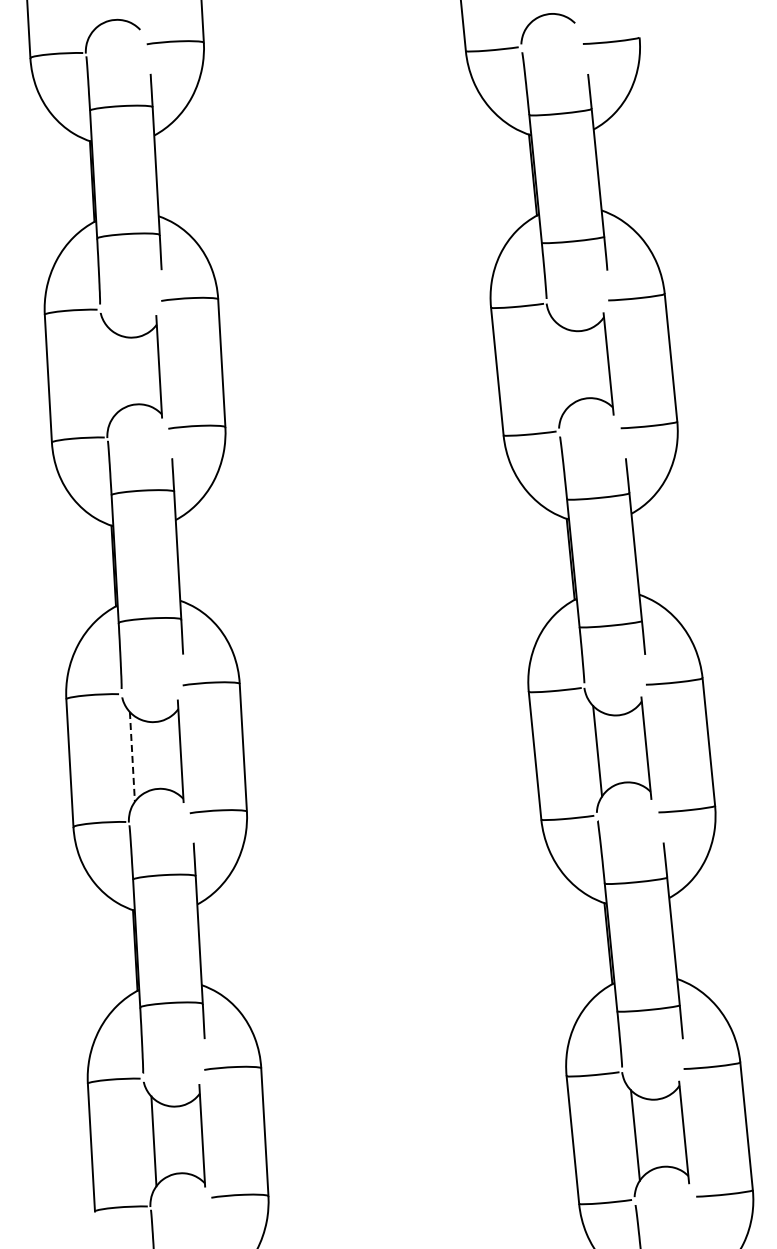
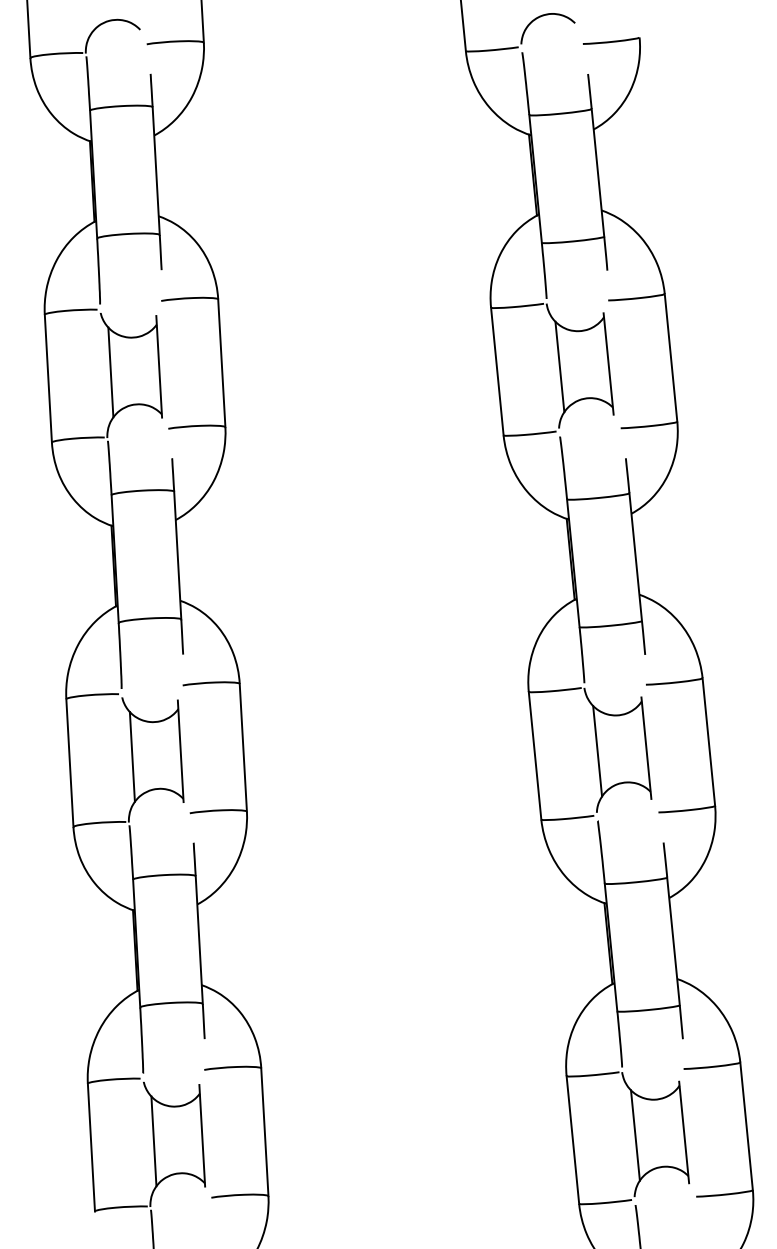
line at (559, 366): none -> present
line at (110, 372): none -> present
line at (132, 756): dashed -> solid
